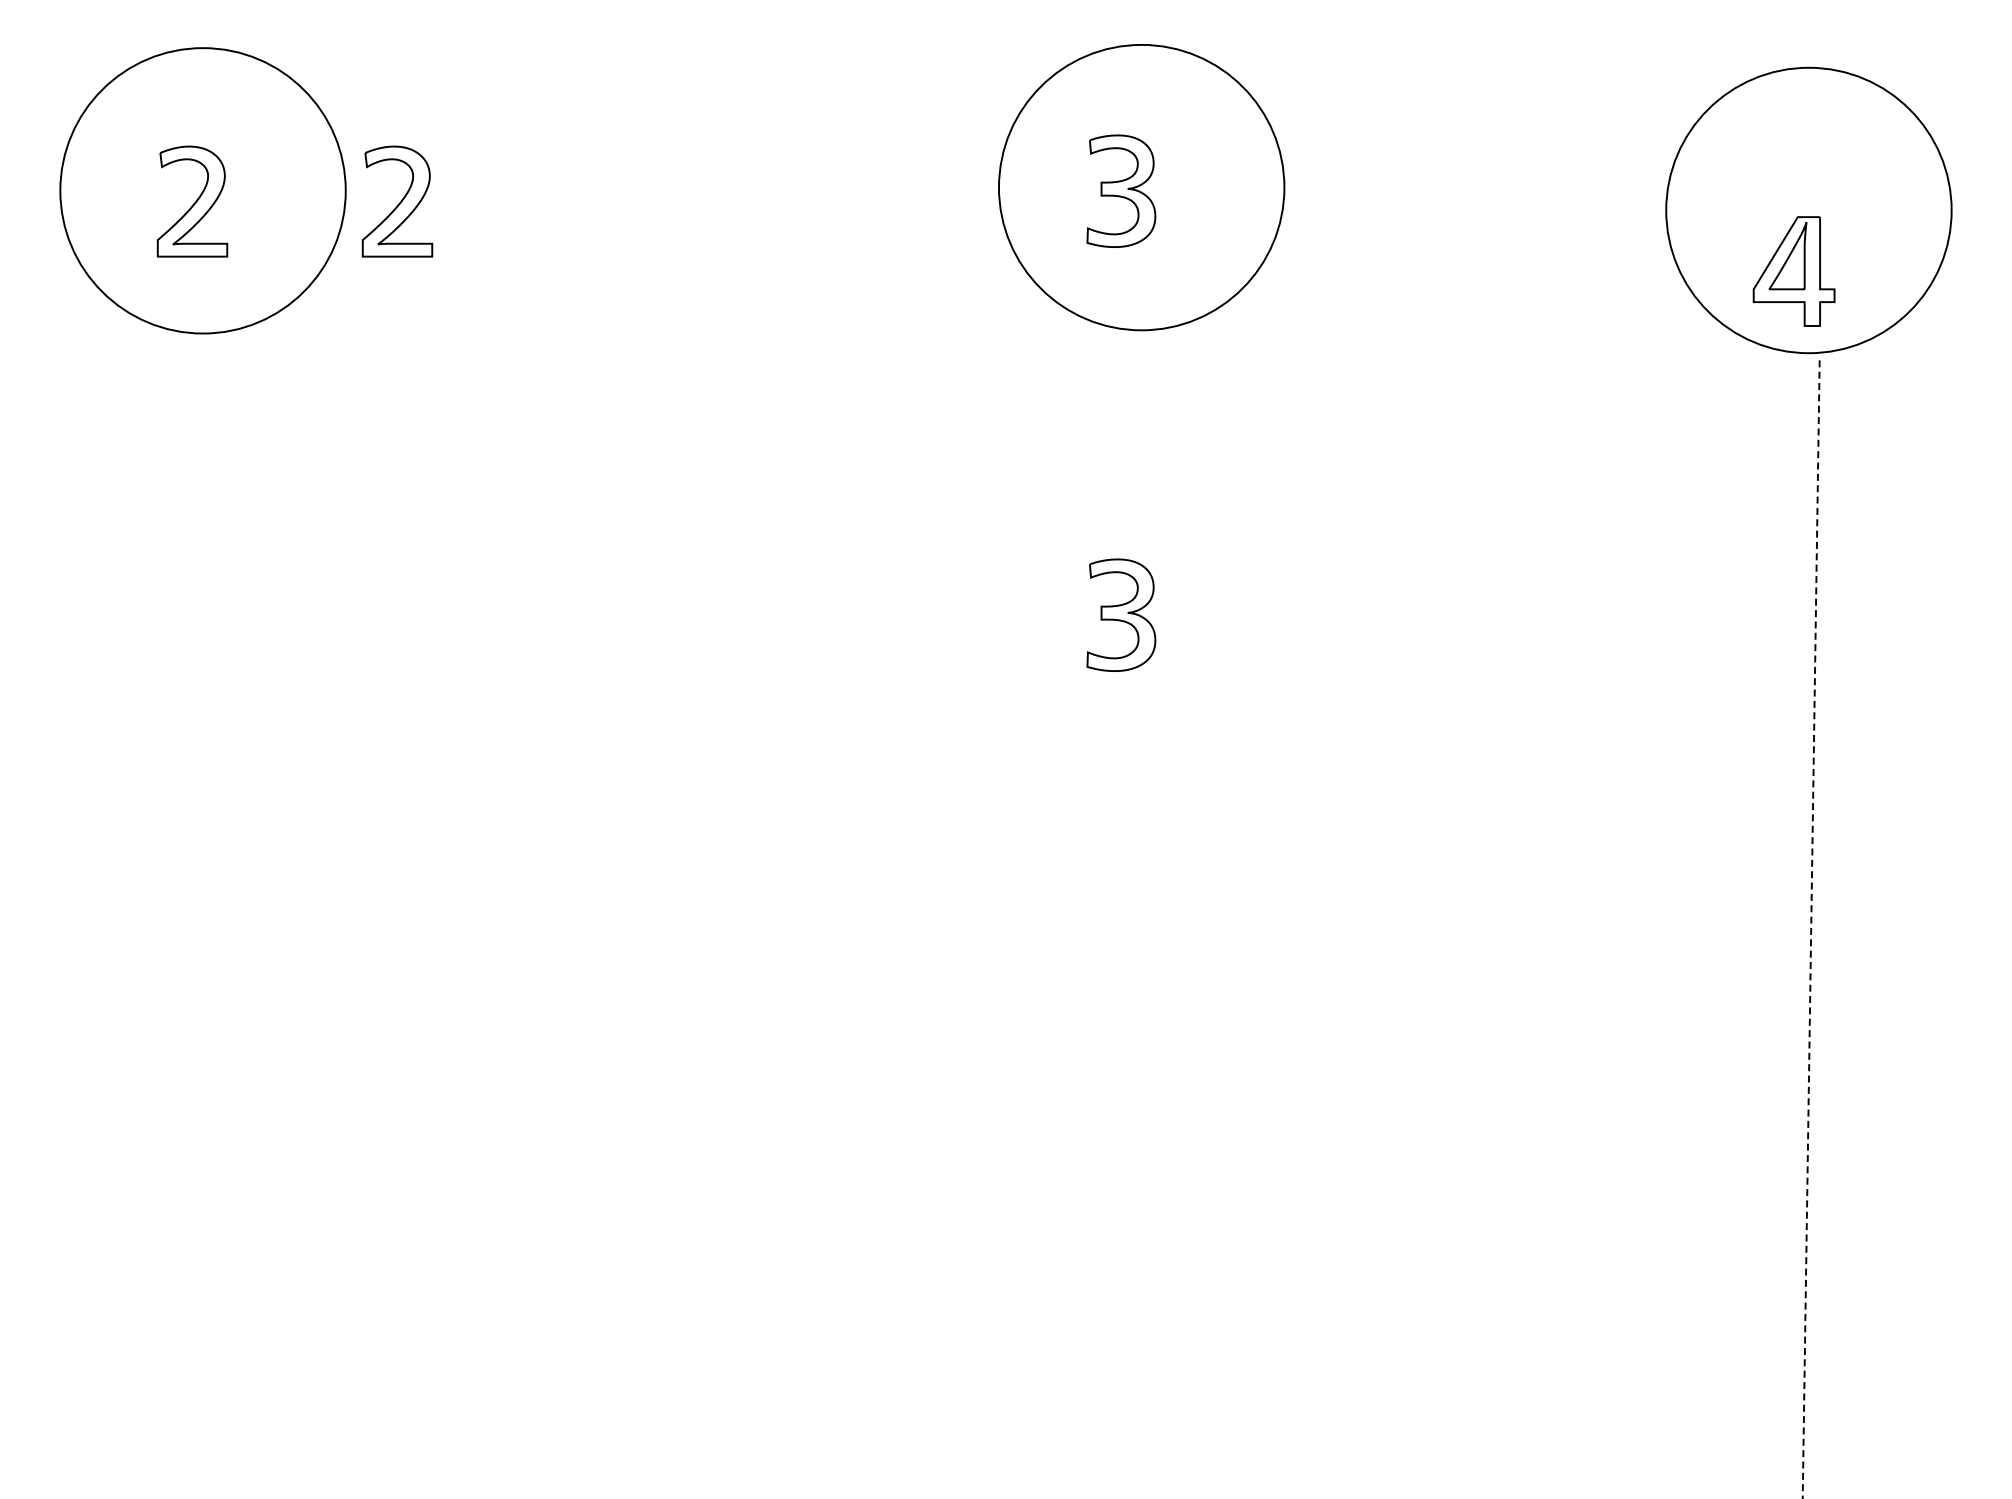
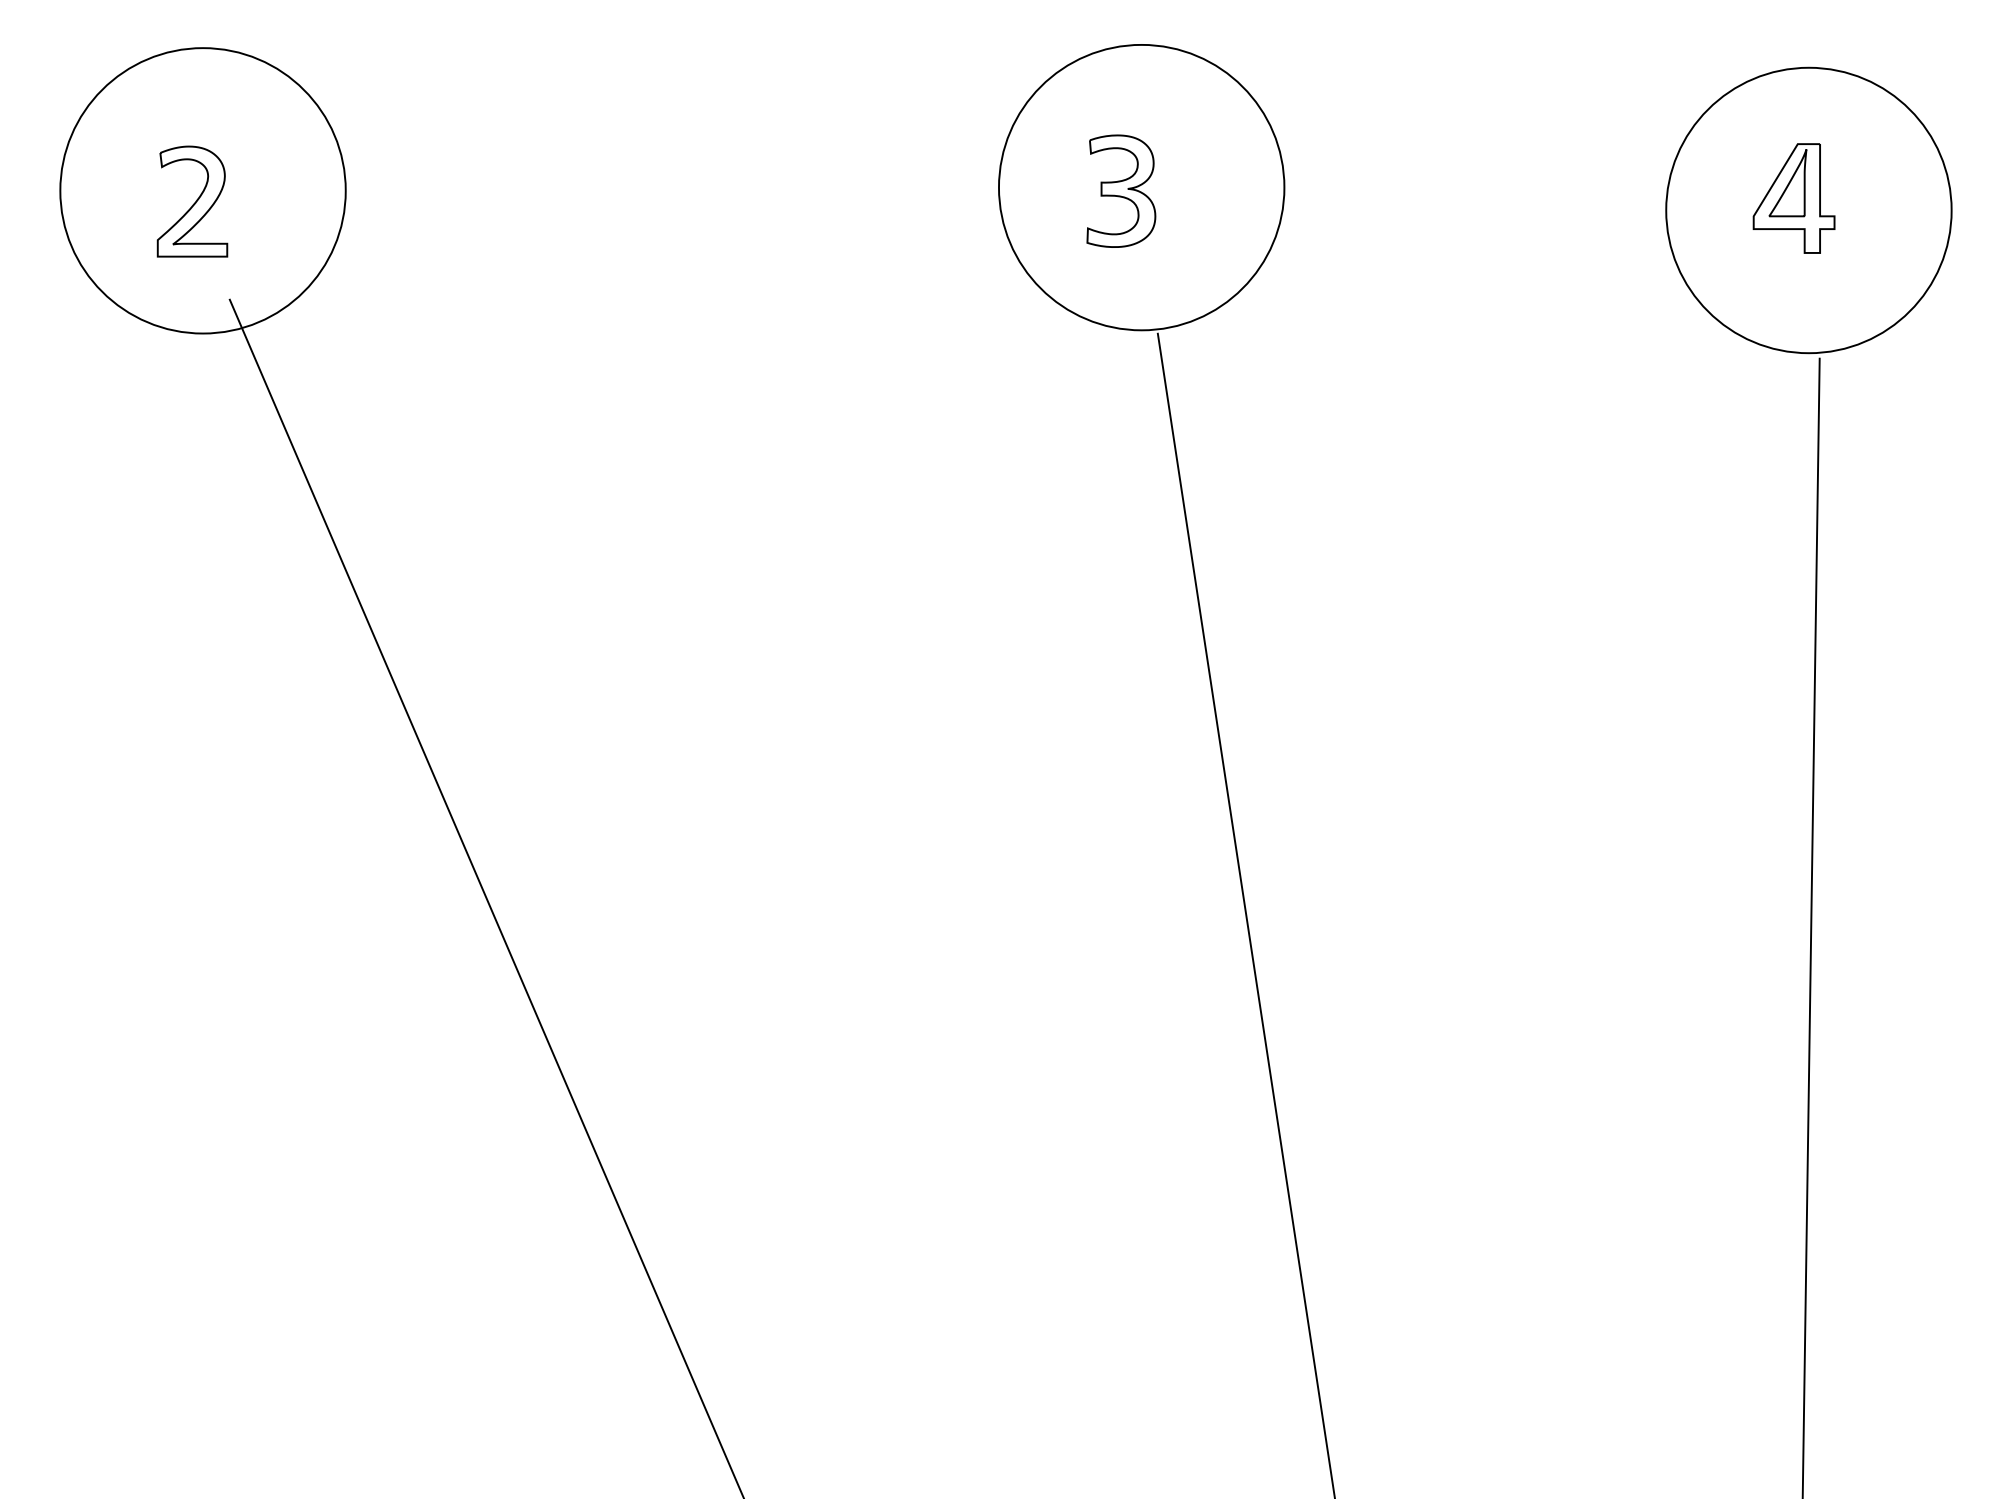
part at (397, 201): present -> none
part at (1793, 271) position: (1793, 271) -> (1793, 198)
part at (1121, 614): present -> none
line at (485, 897): none -> present
line at (1245, 914): none -> present
line at (1811, 928): dashed -> solid
